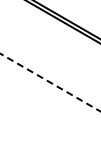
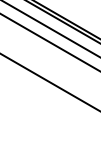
line at (51, 28): none -> present
line at (49, 42): none -> present
line at (50, 82): dashed -> solid
